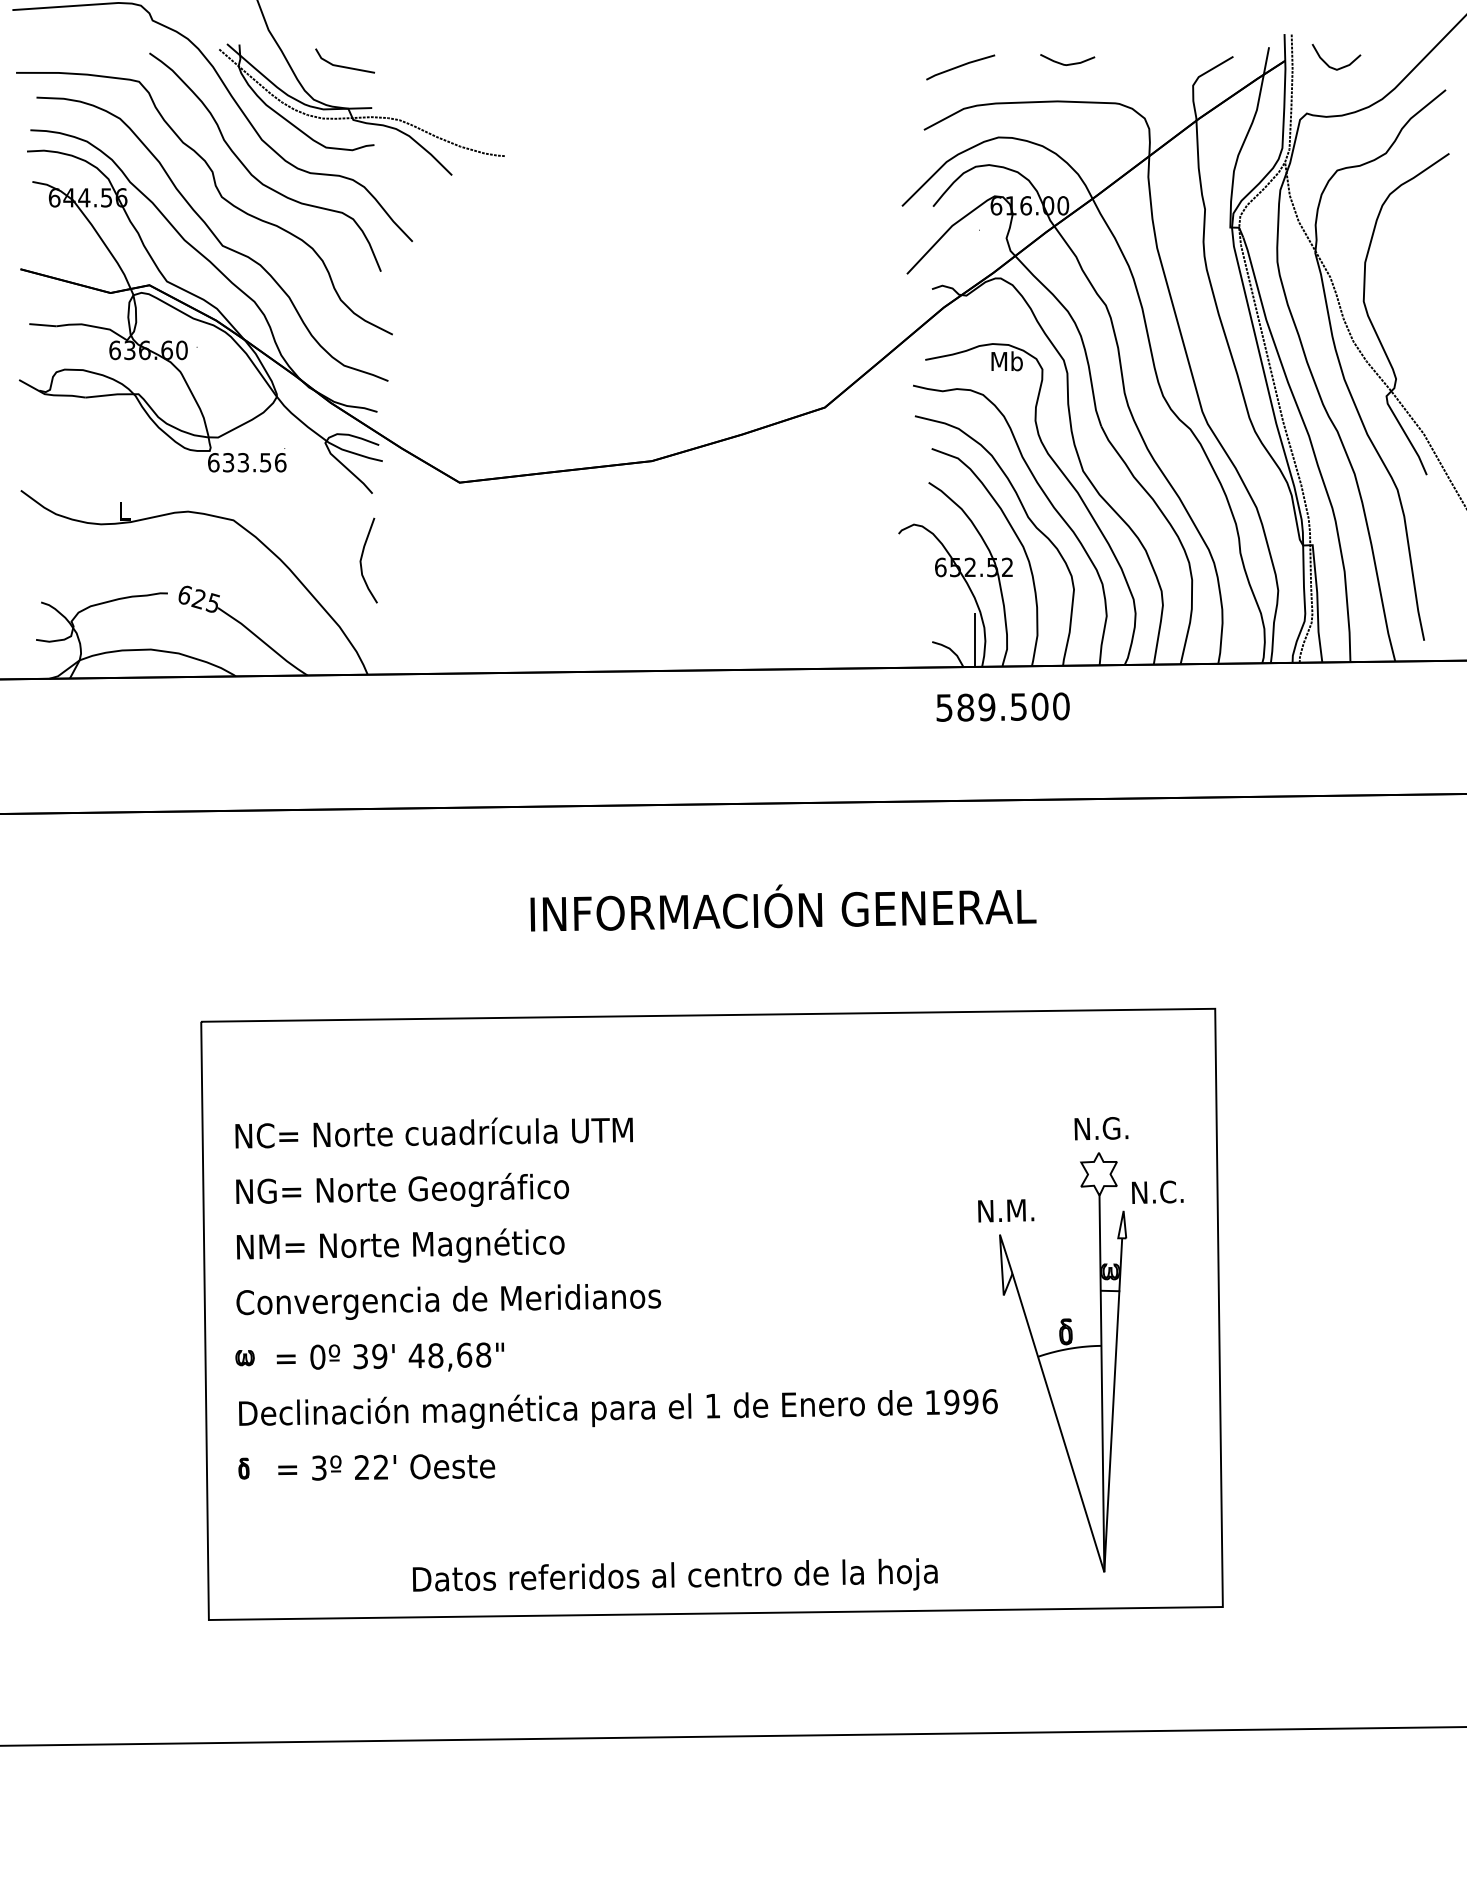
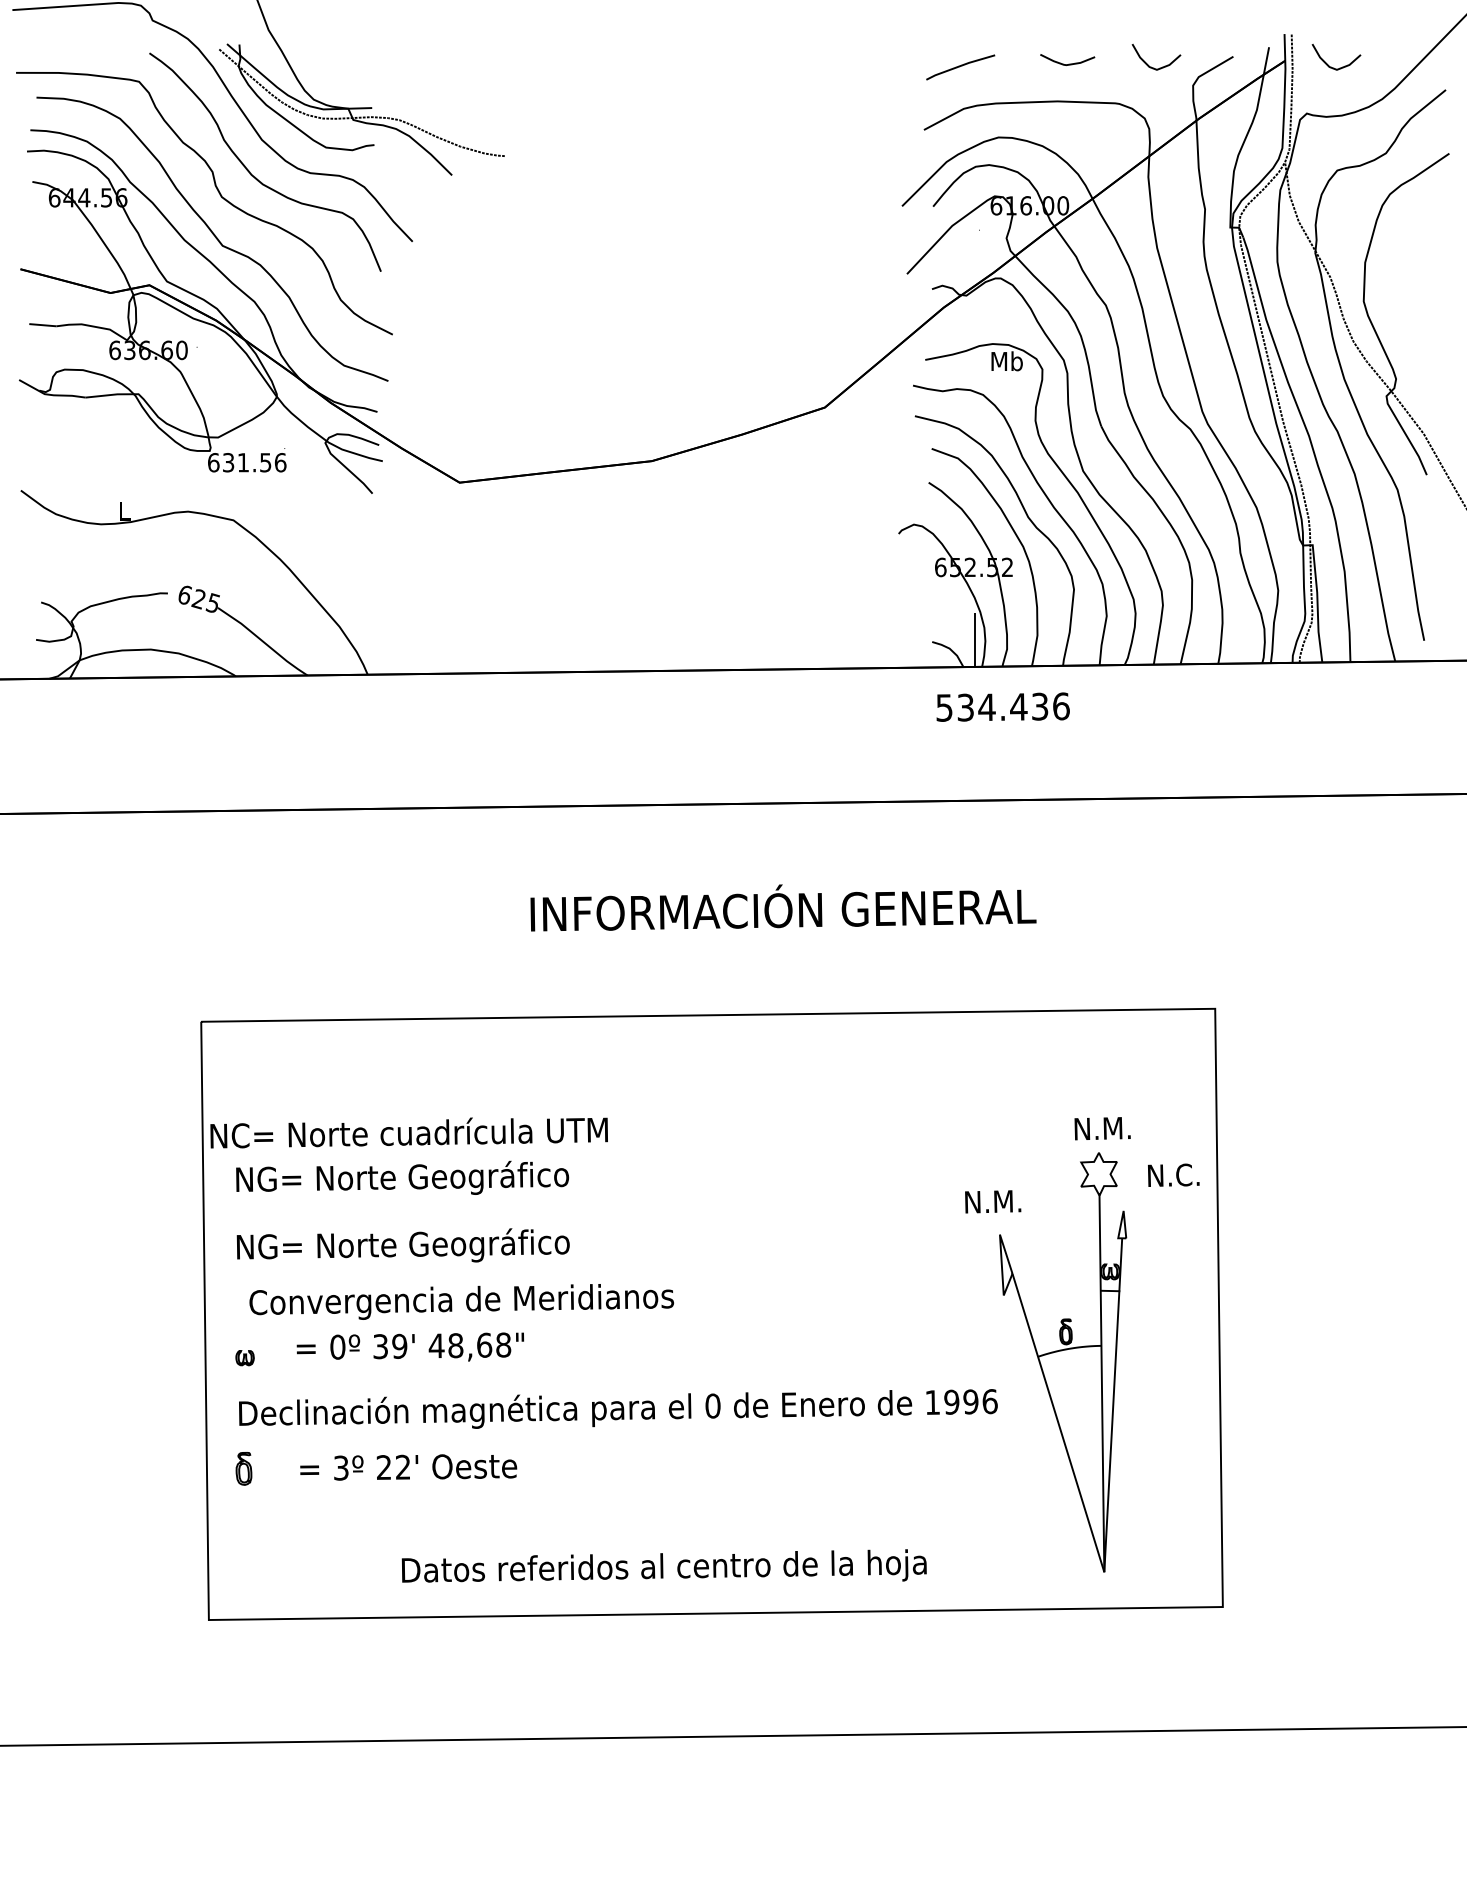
line at (342, 65): present -> none
curve at (1151, 66): none -> present
text at (242, 462): 633.56 -> 631.56
curve at (362, 558): present -> none
text at (1013, 706): 589.500 -> 534.436
text at (1116, 1128): N.G. -> N.M.
text at (433, 1132) position: (433, 1132) -> (408, 1132)
text at (402, 1189) position: (402, 1189) -> (402, 1177)
text at (1157, 1191) position: (1157, 1191) -> (1173, 1174)
text at (1006, 1210) position: (1006, 1210) -> (993, 1201)
text at (413, 1245): NM= Norte Magnético -> NG= Norte Geográfico
text at (448, 1301) position: (448, 1301) -> (461, 1301)
text at (390, 1356) position: (390, 1356) -> (410, 1346)
text at (712, 1405): 1 -> 0
text at (386, 1467) position: (386, 1467) -> (408, 1467)
part at (243, 1468) size: 12x23 px -> 18x34 px
text at (674, 1574) position: (674, 1574) -> (663, 1565)
